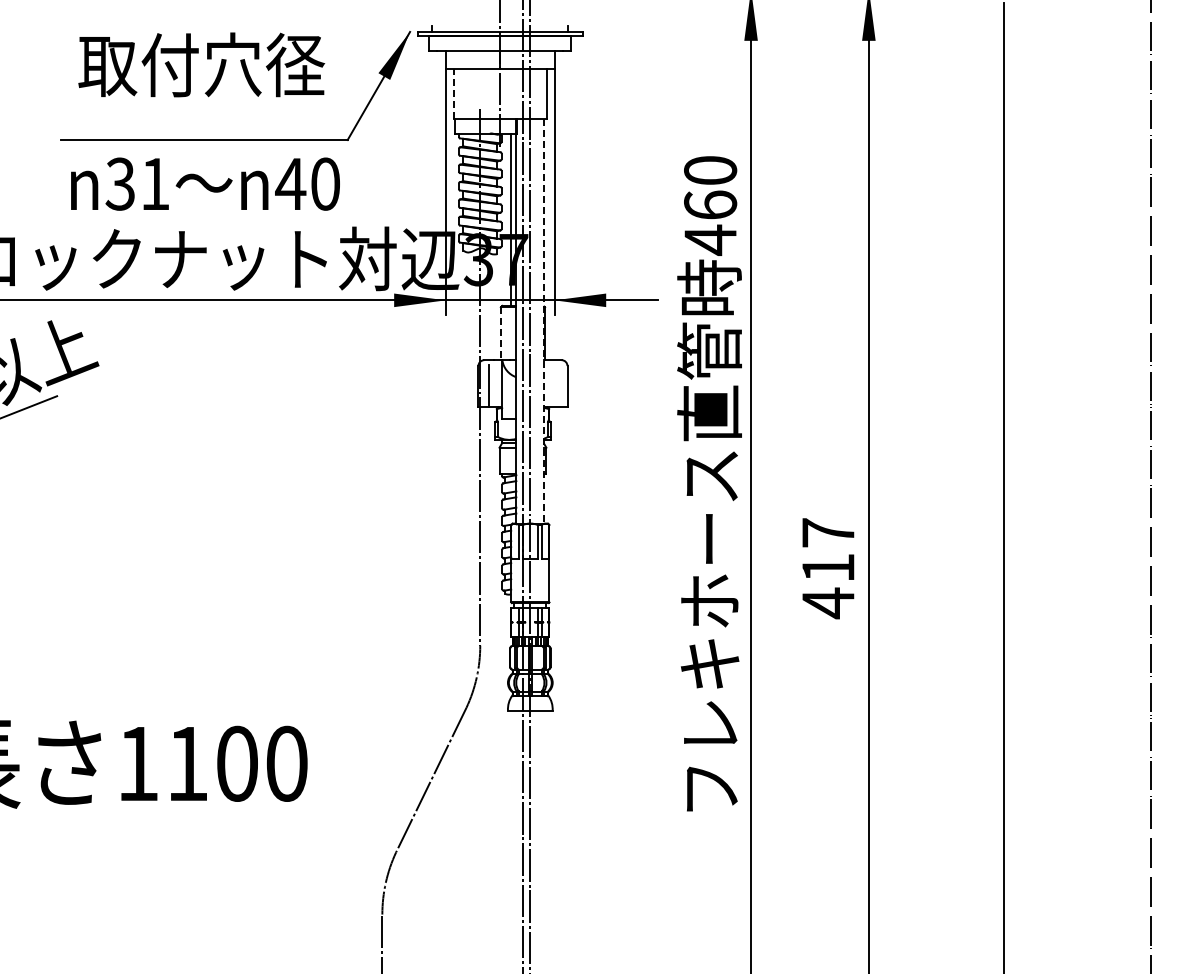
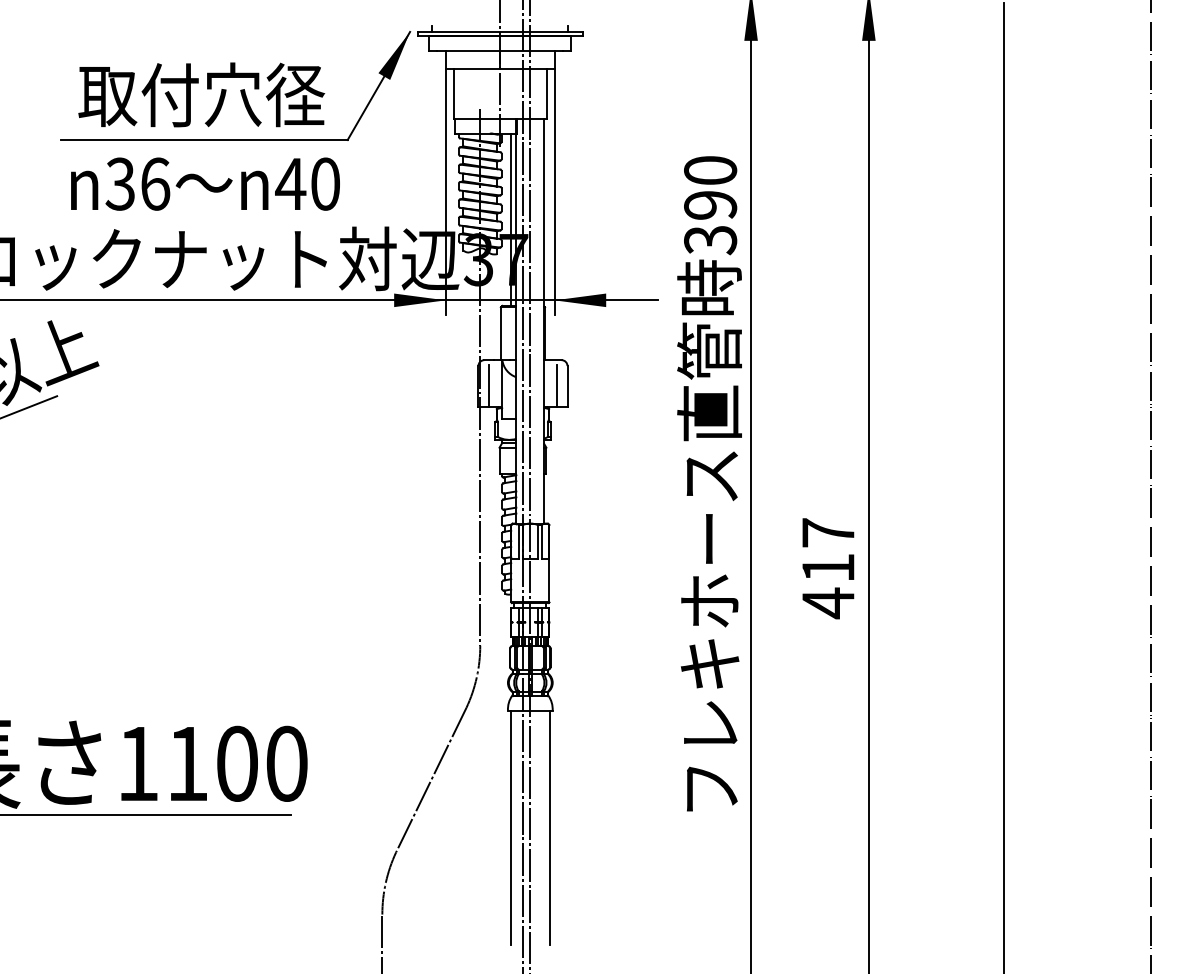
text at (201, 64) position: (201, 64) -> (201, 94)
line at (453, 93): dashed -> solid
text at (155, 183): 31 -> 36
text at (710, 222): 460 -> 390
line at (544, 321): dashed -> solid
line at (500, 334): dashed -> solid
line at (556, 385): none -> present
line at (146, 815): none -> present
line at (510, 827): none -> present
line at (550, 827): none -> present
